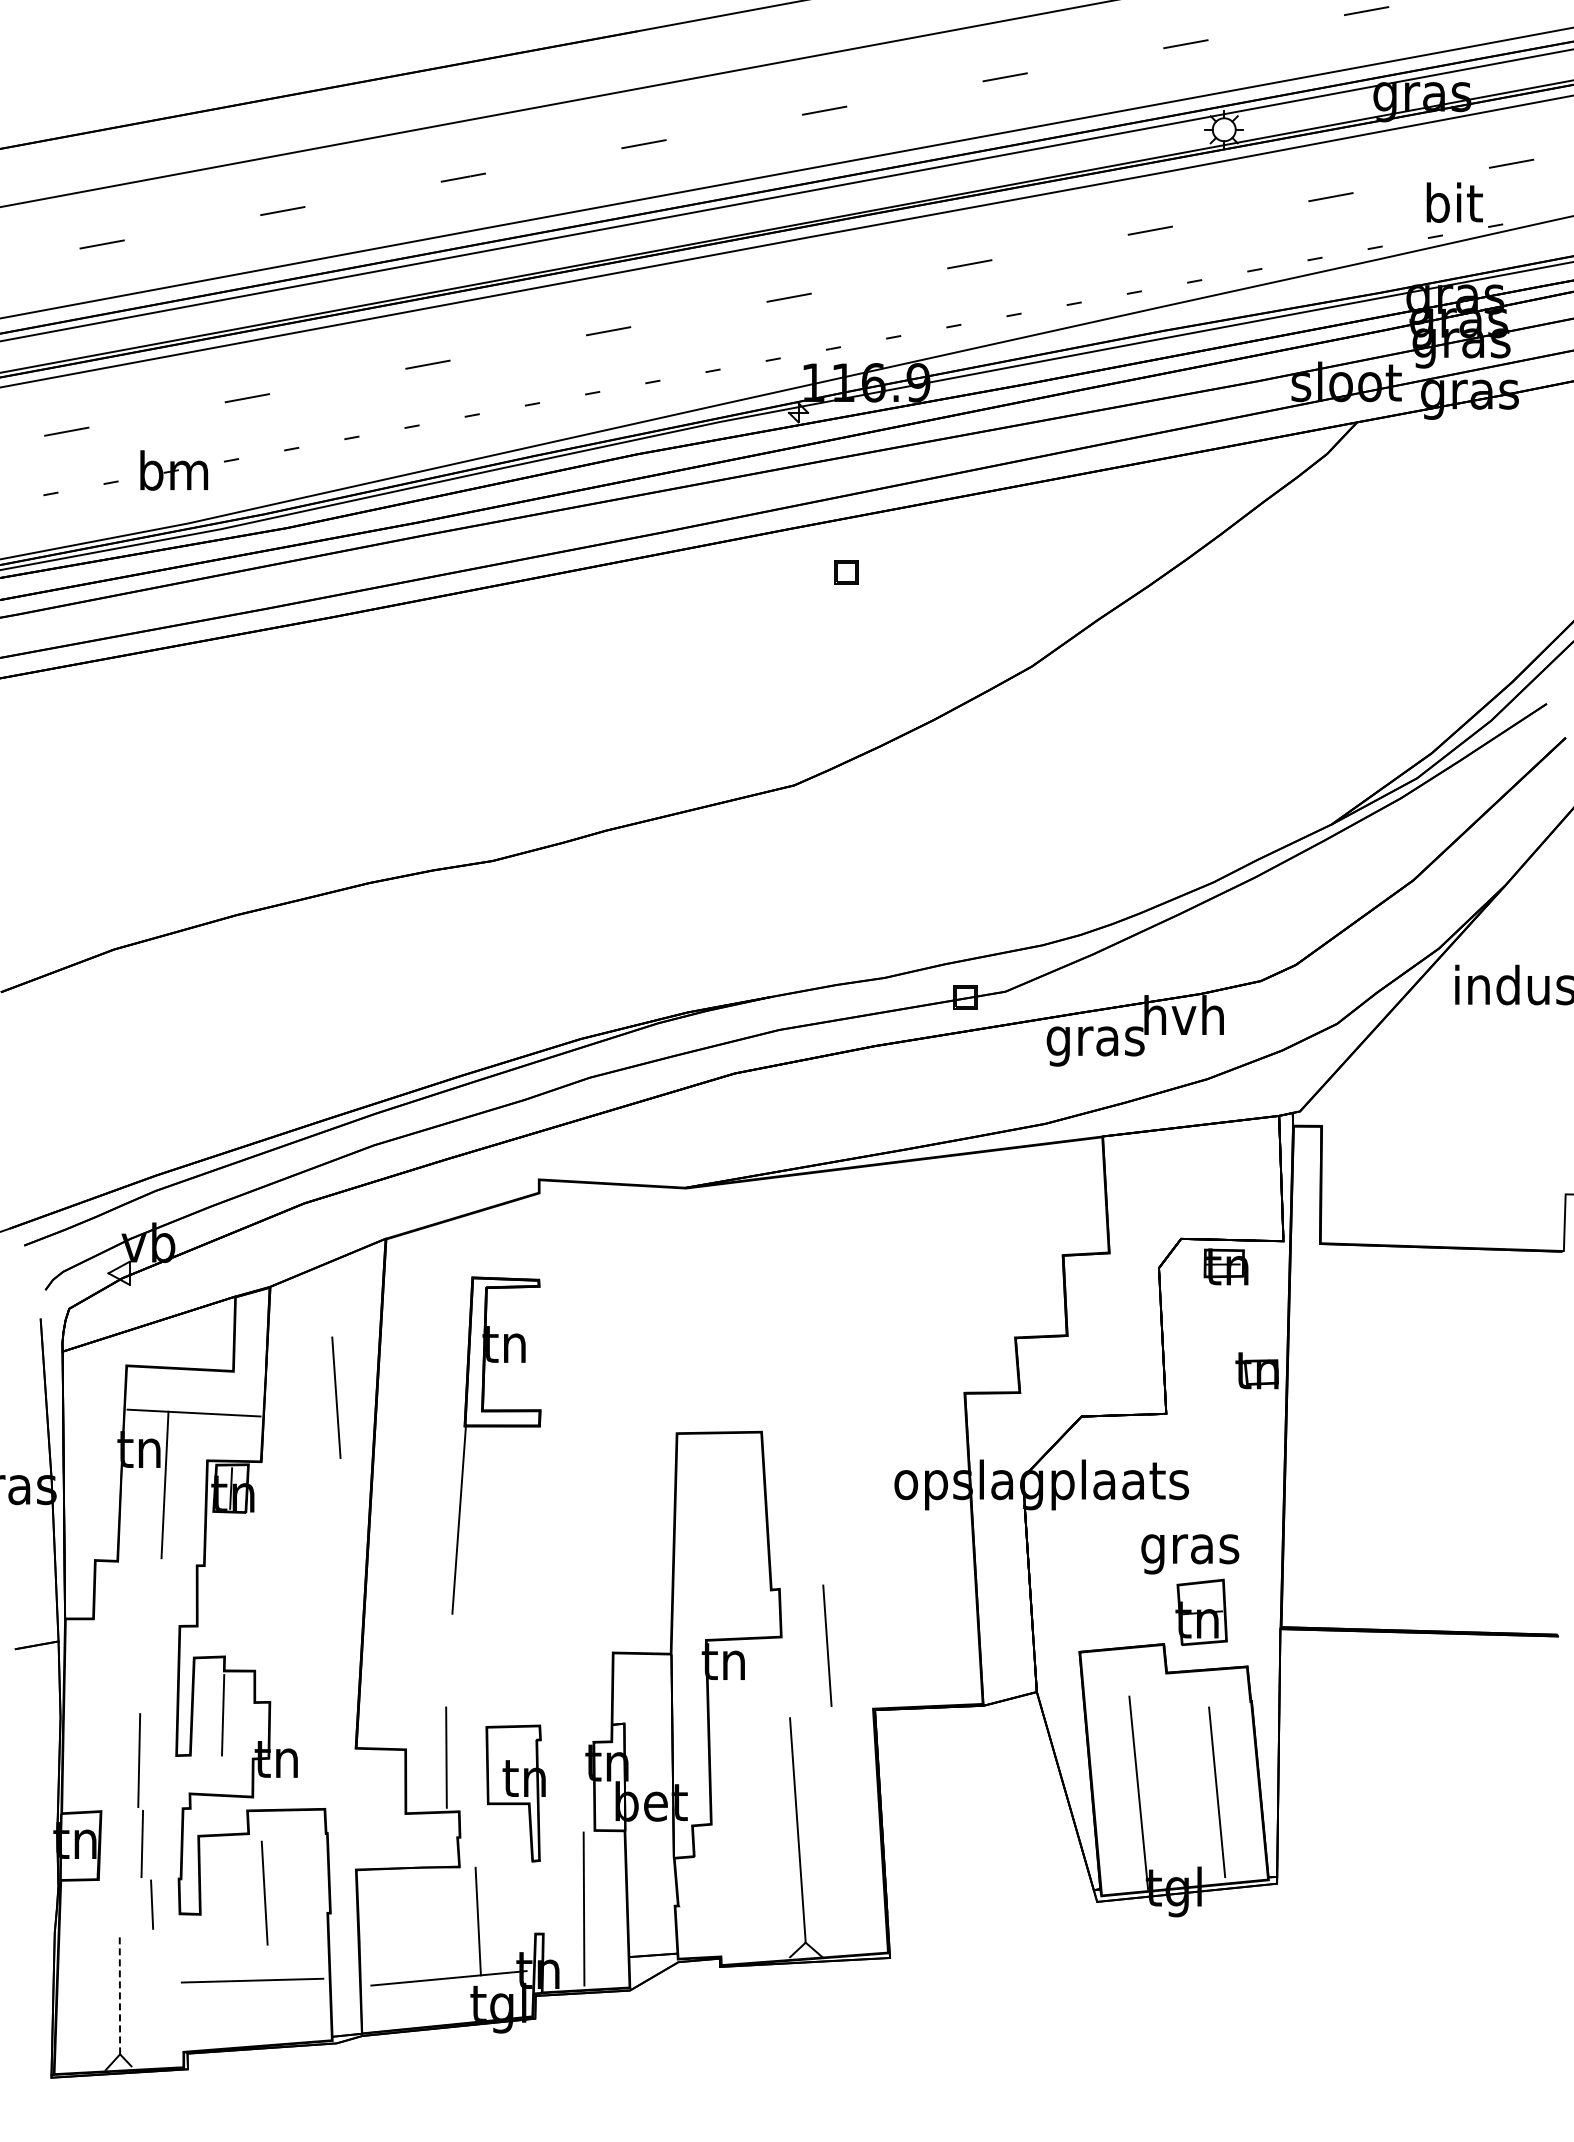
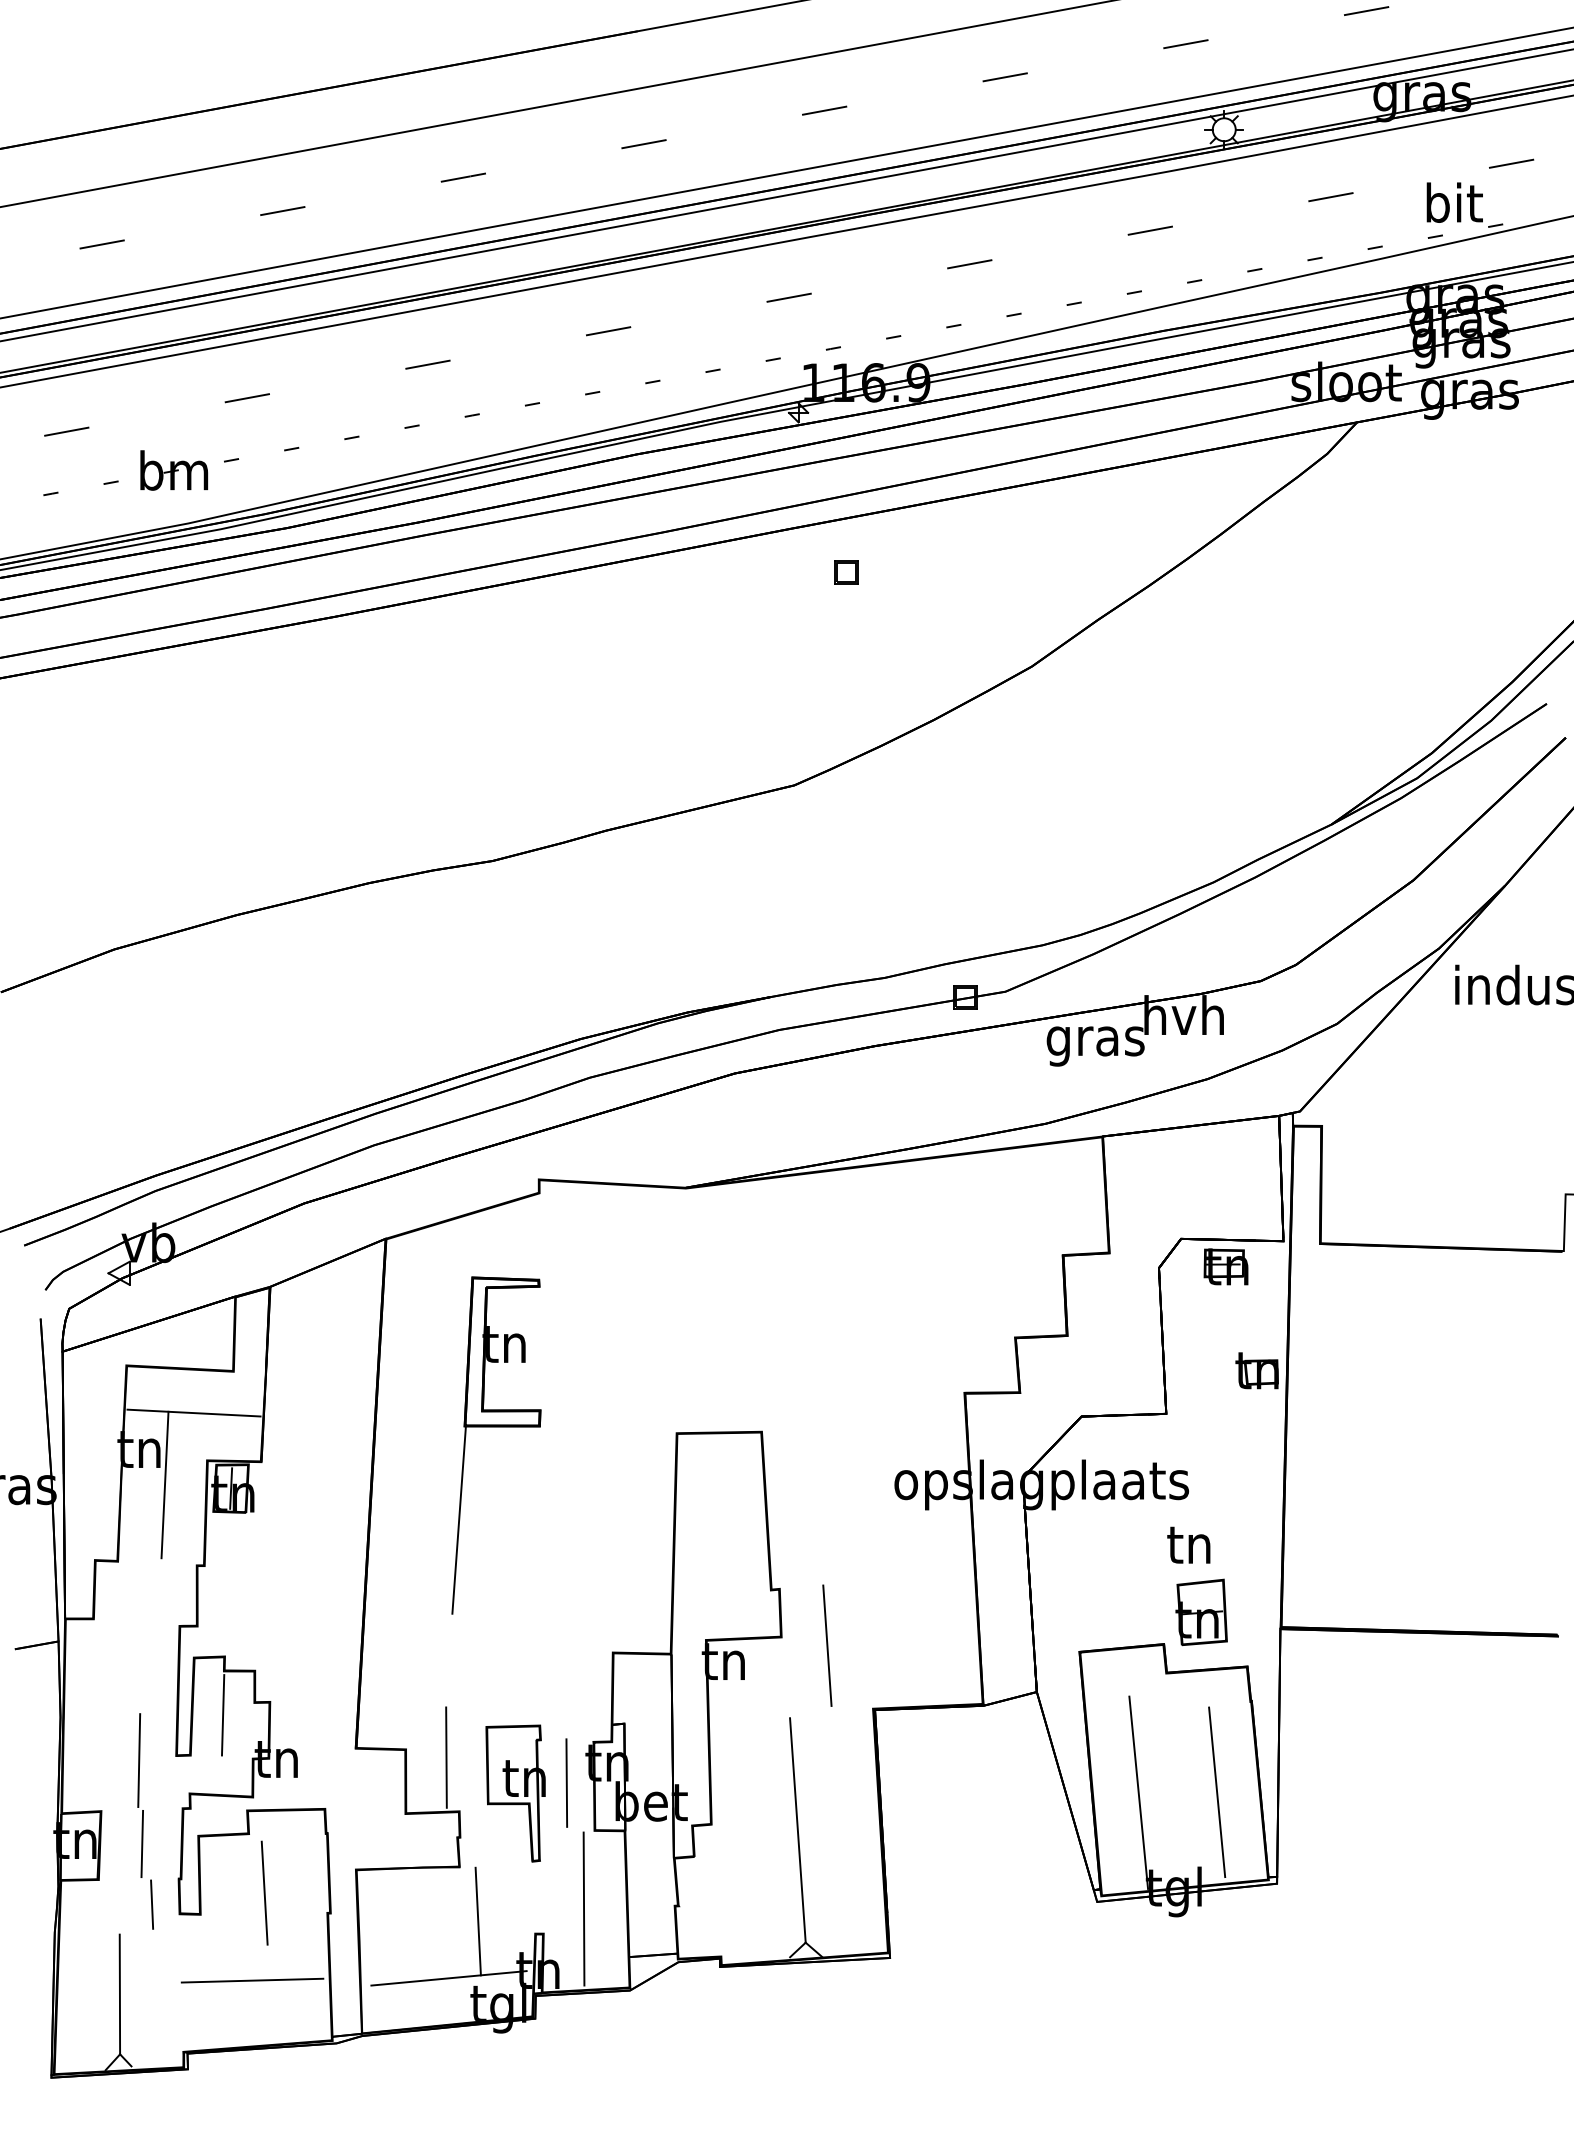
line at (336, 1397): present -> none
text at (1190, 1550): gras -> tn
line at (566, 1782): none -> present
line at (119, 1994): dashed -> solid
